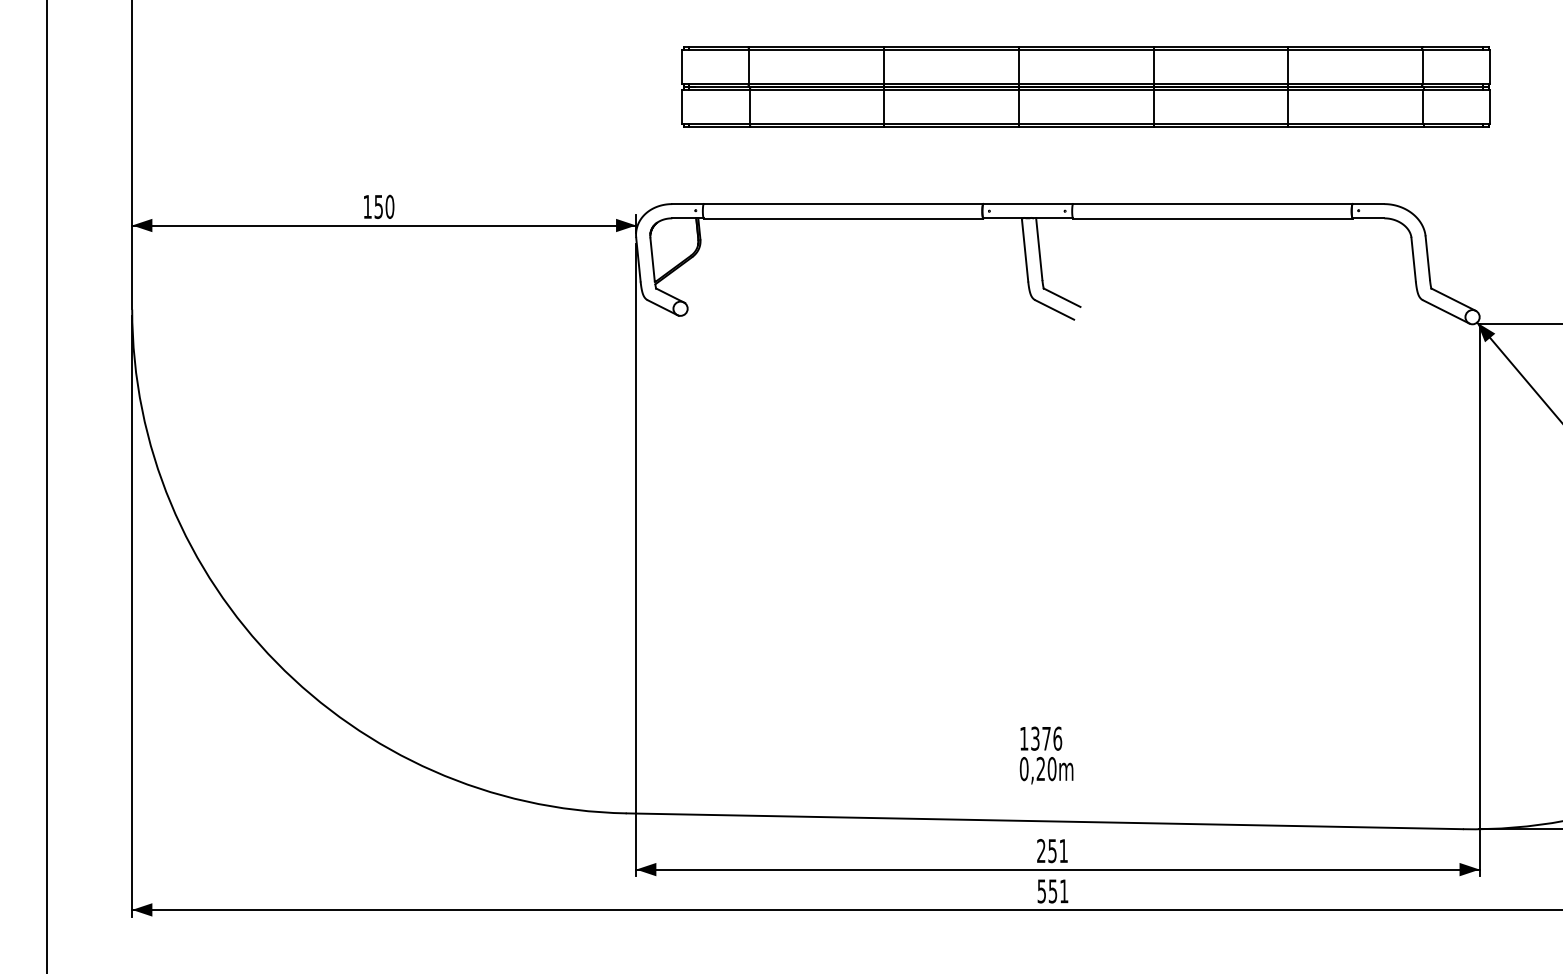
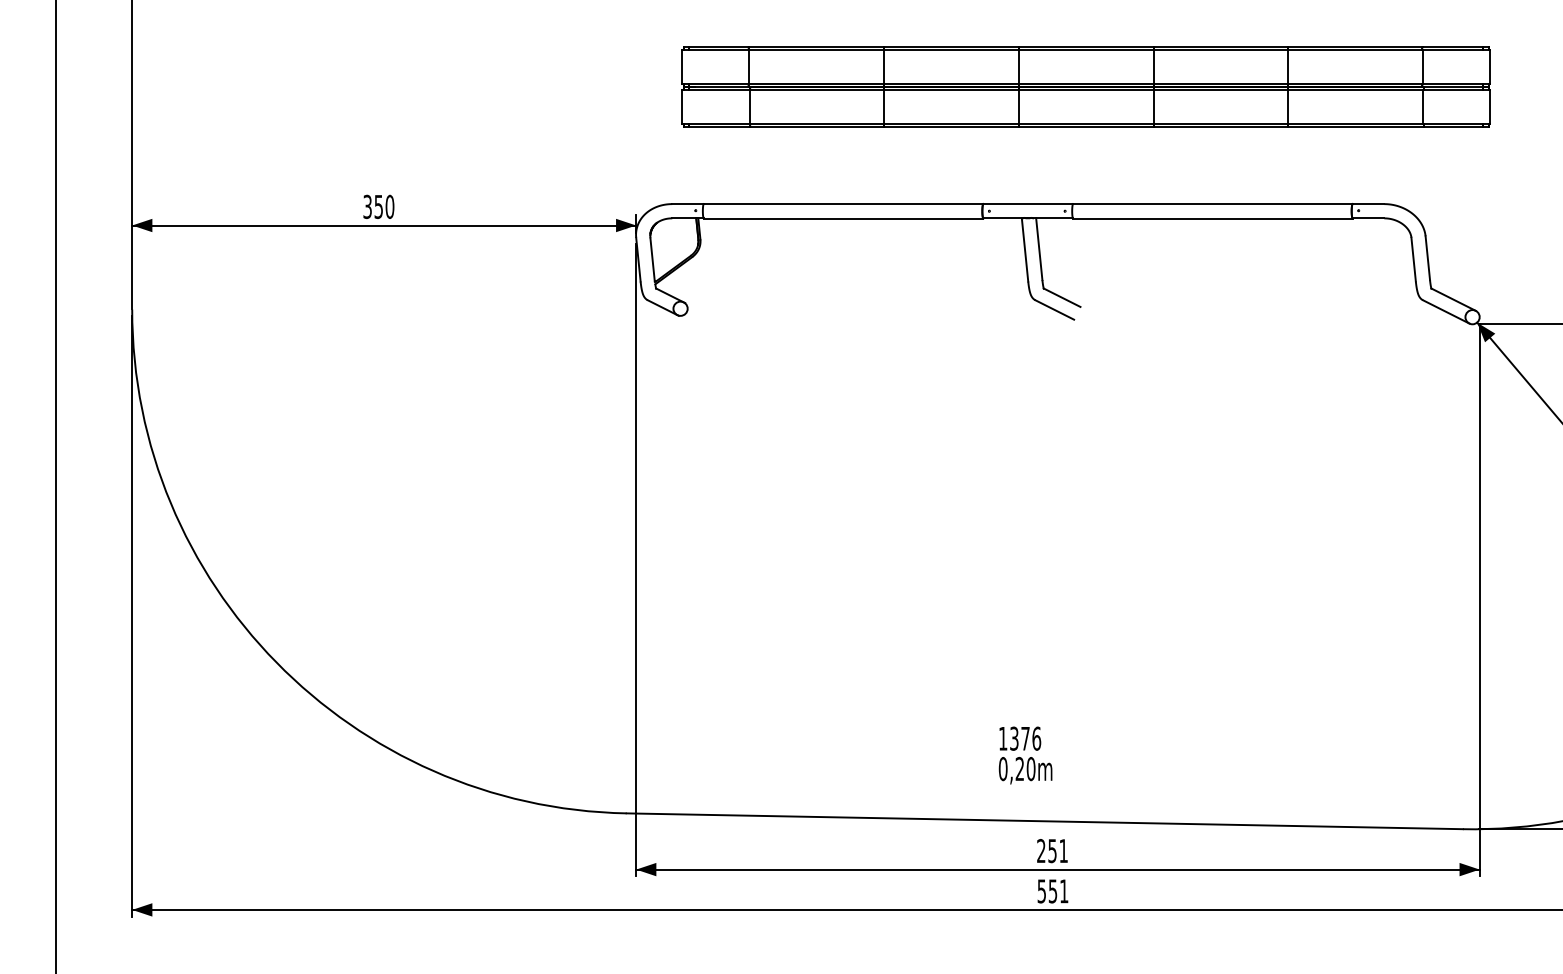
text at (367, 206): 150 -> 350
line at (46, 486) position: (46, 486) -> (55, 486)
text at (1046, 755) position: (1046, 755) -> (1025, 755)
